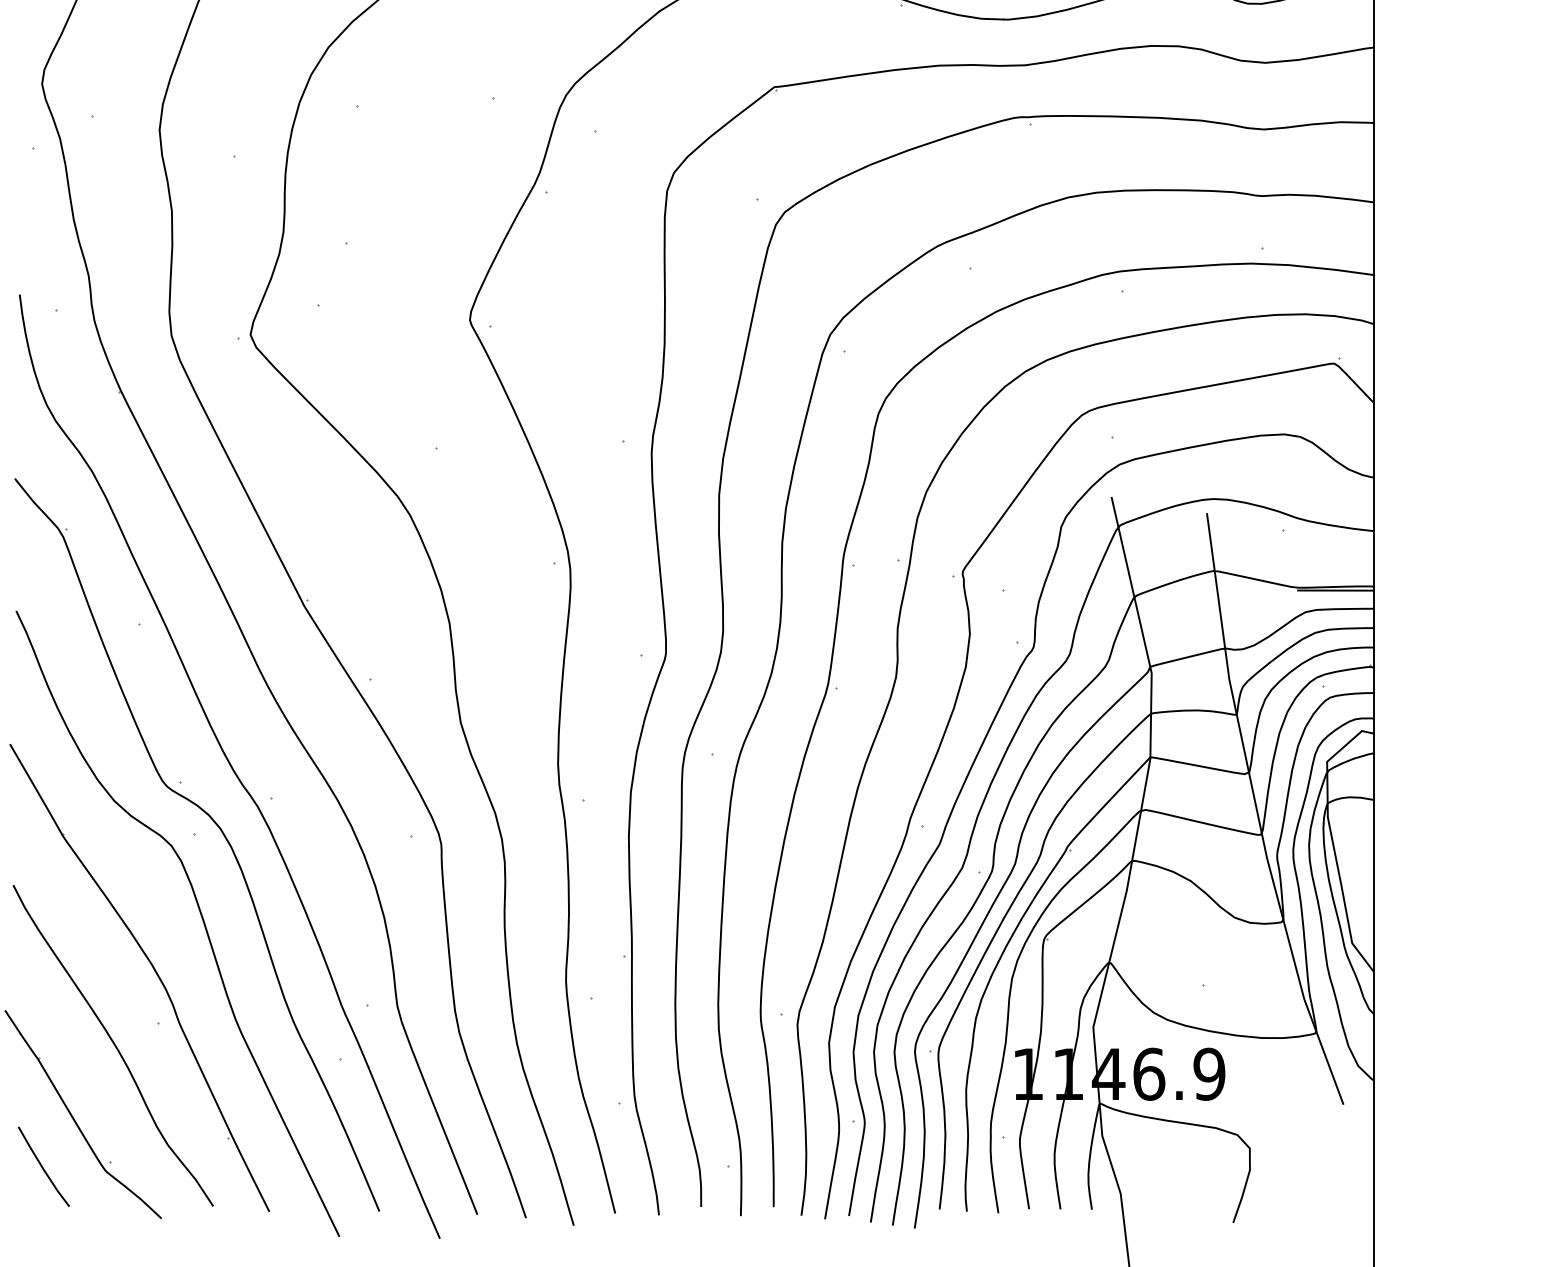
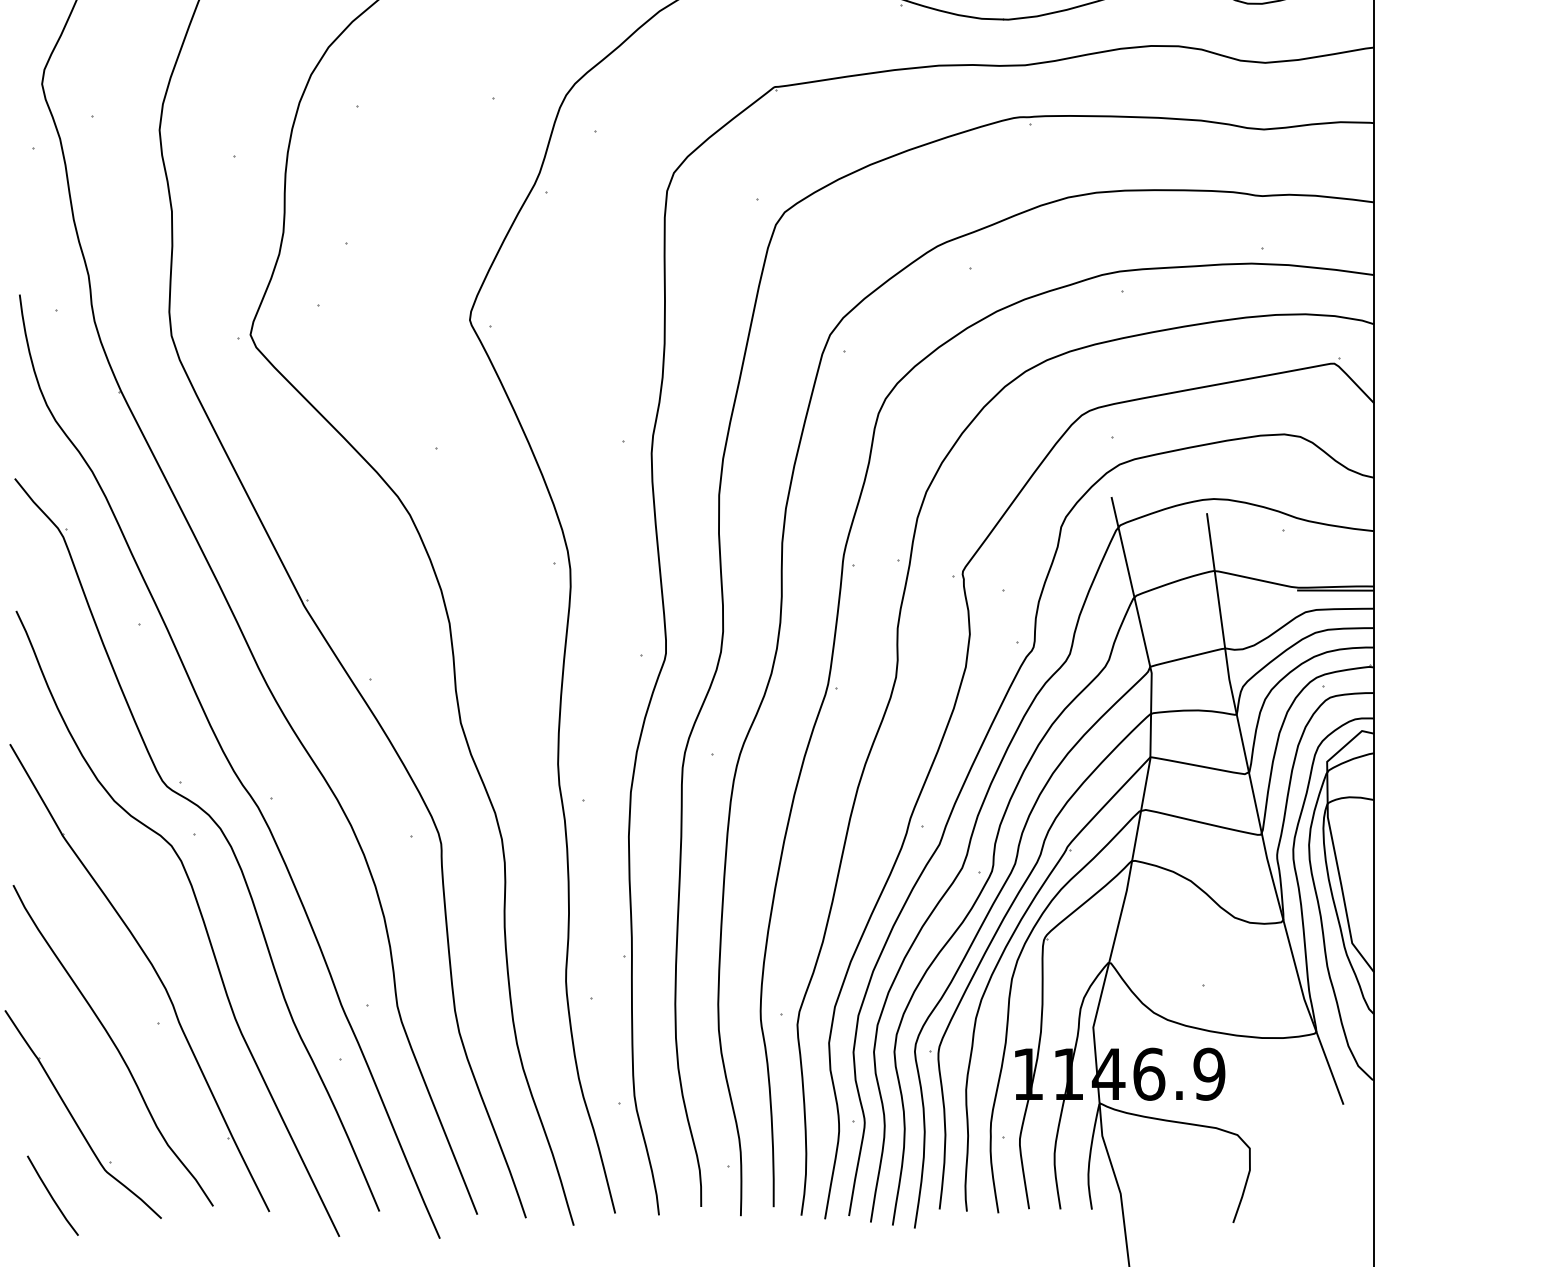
line at (42, 1166) position: (42, 1166) -> (51, 1195)
